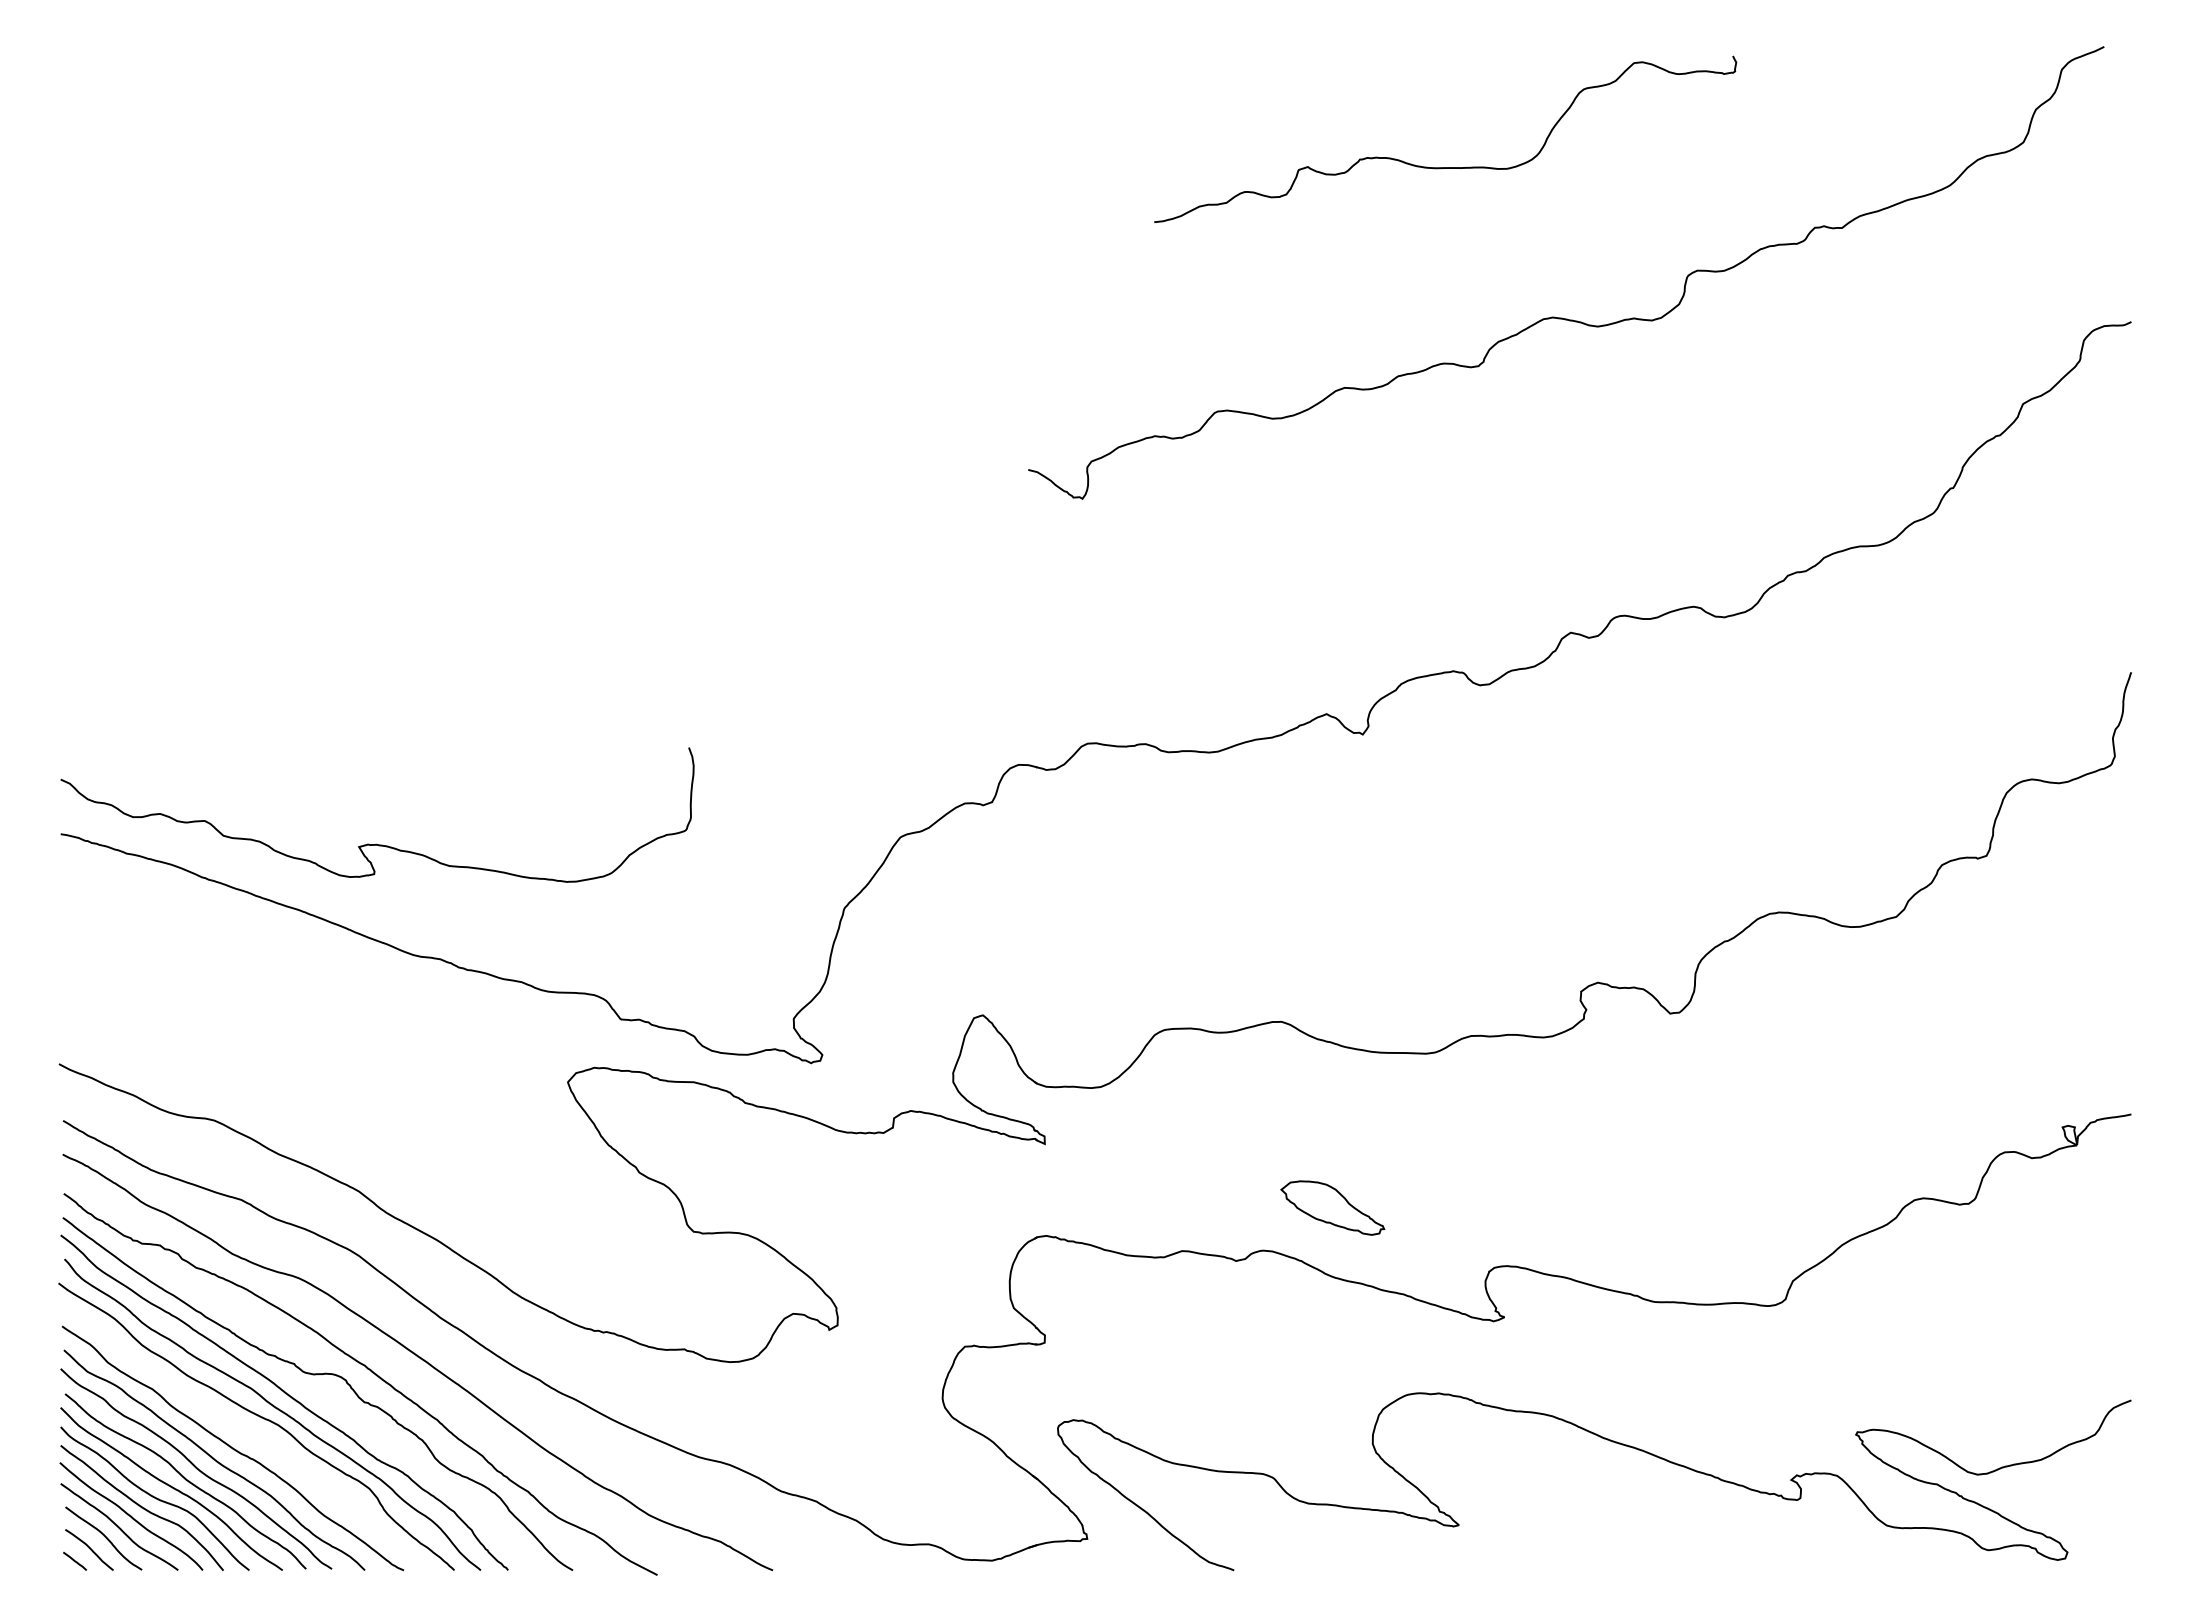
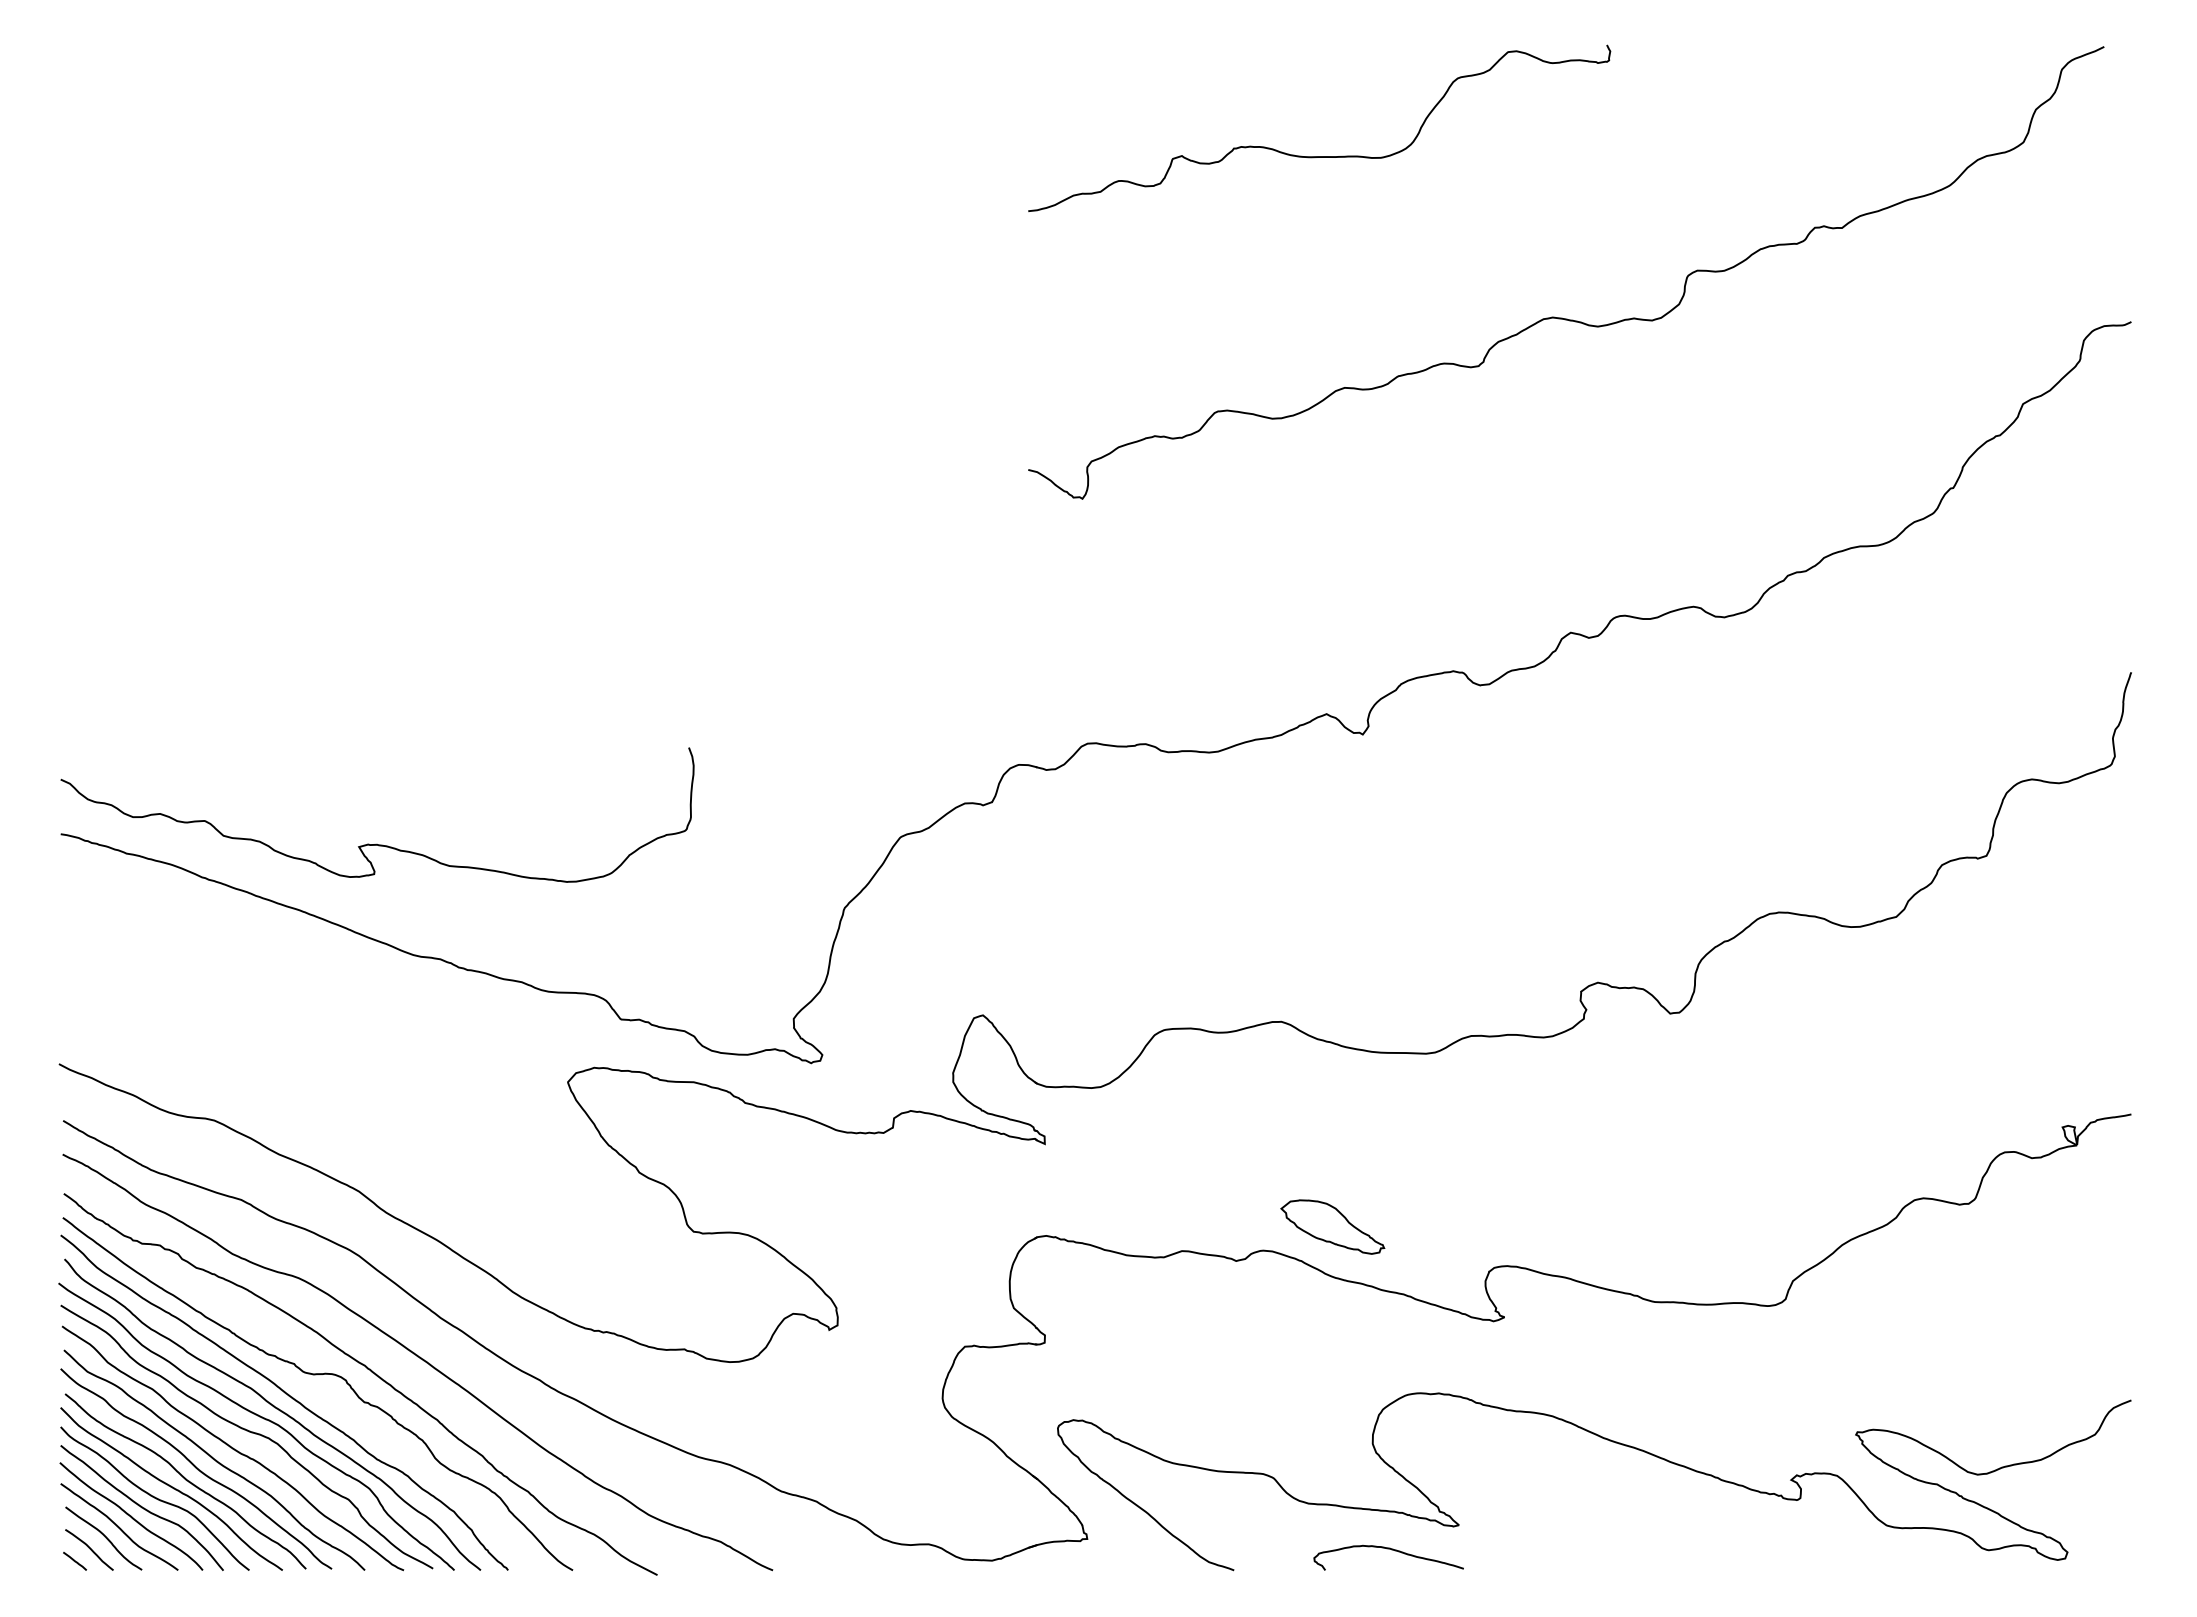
curve at (1445, 167) position: (1445, 167) -> (1319, 156)
part at (1332, 1207) position: (1332, 1207) -> (1332, 1226)
curve at (246, 1431): none -> present
curve at (1391, 1550): none -> present
